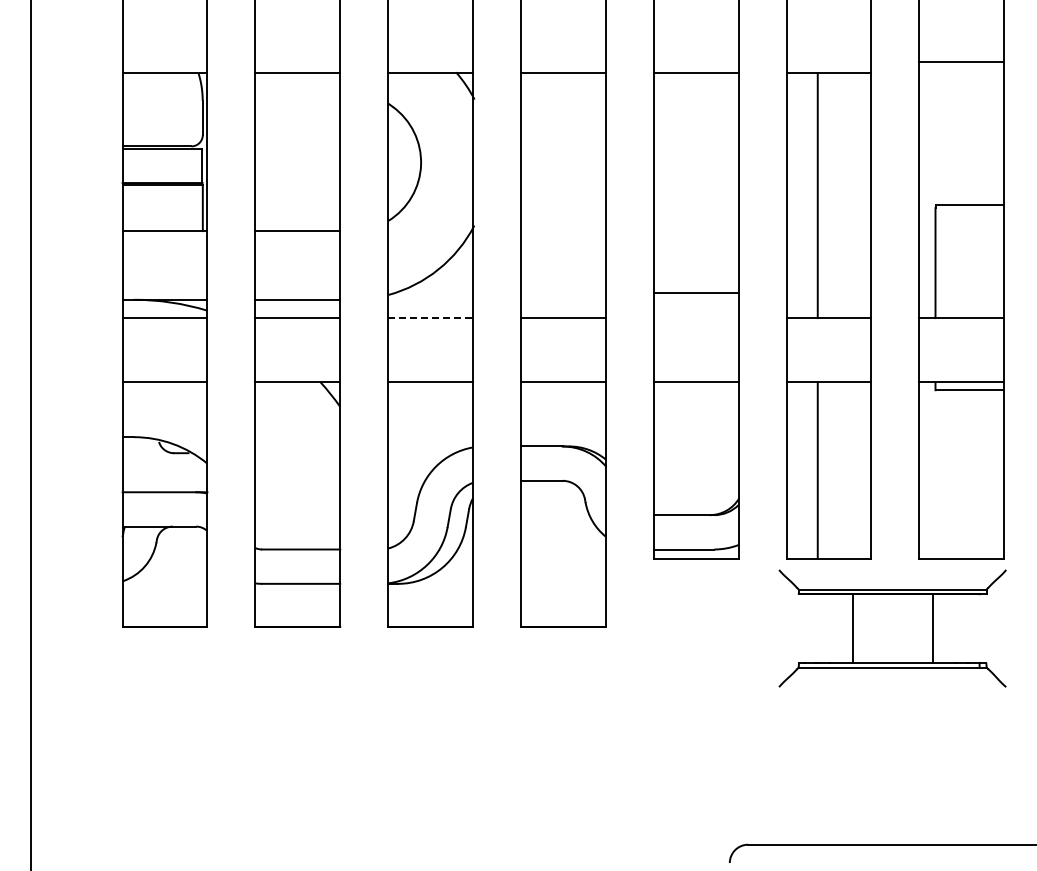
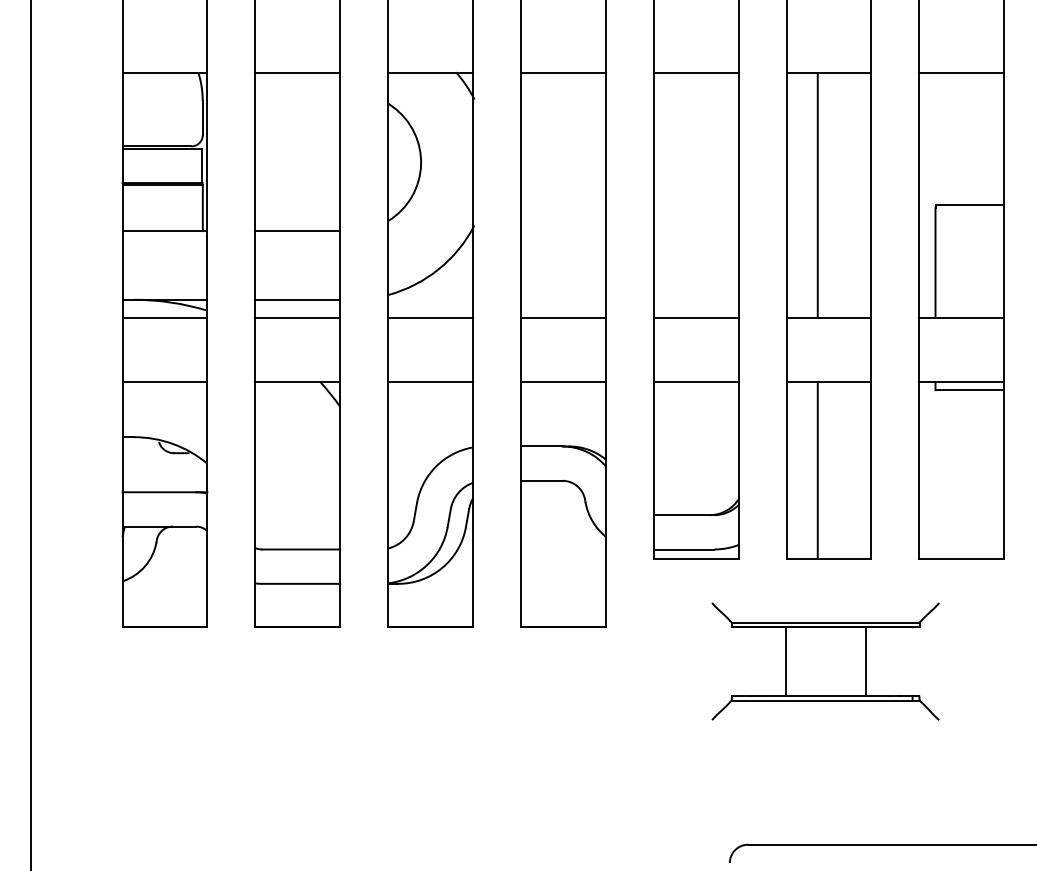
line at (961, 62) position: (961, 62) -> (961, 73)
line at (695, 293) position: (695, 293) -> (695, 318)
line at (431, 318): dashed -> solid
part at (892, 628) position: (892, 628) -> (825, 661)
